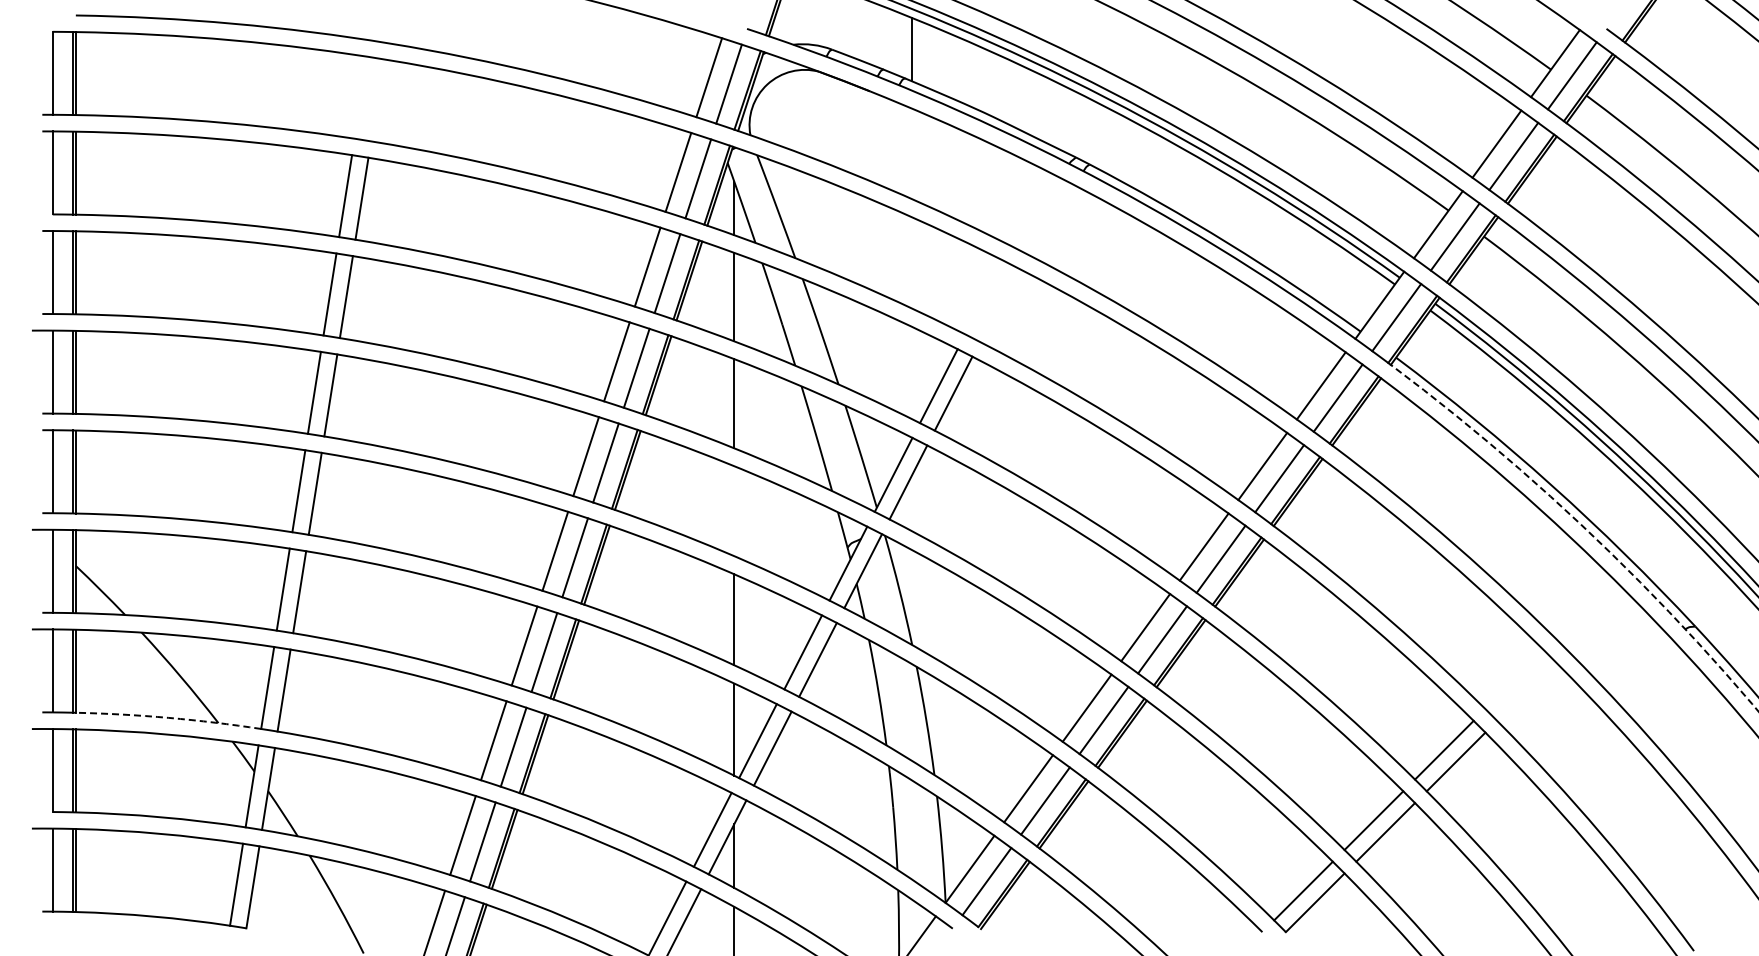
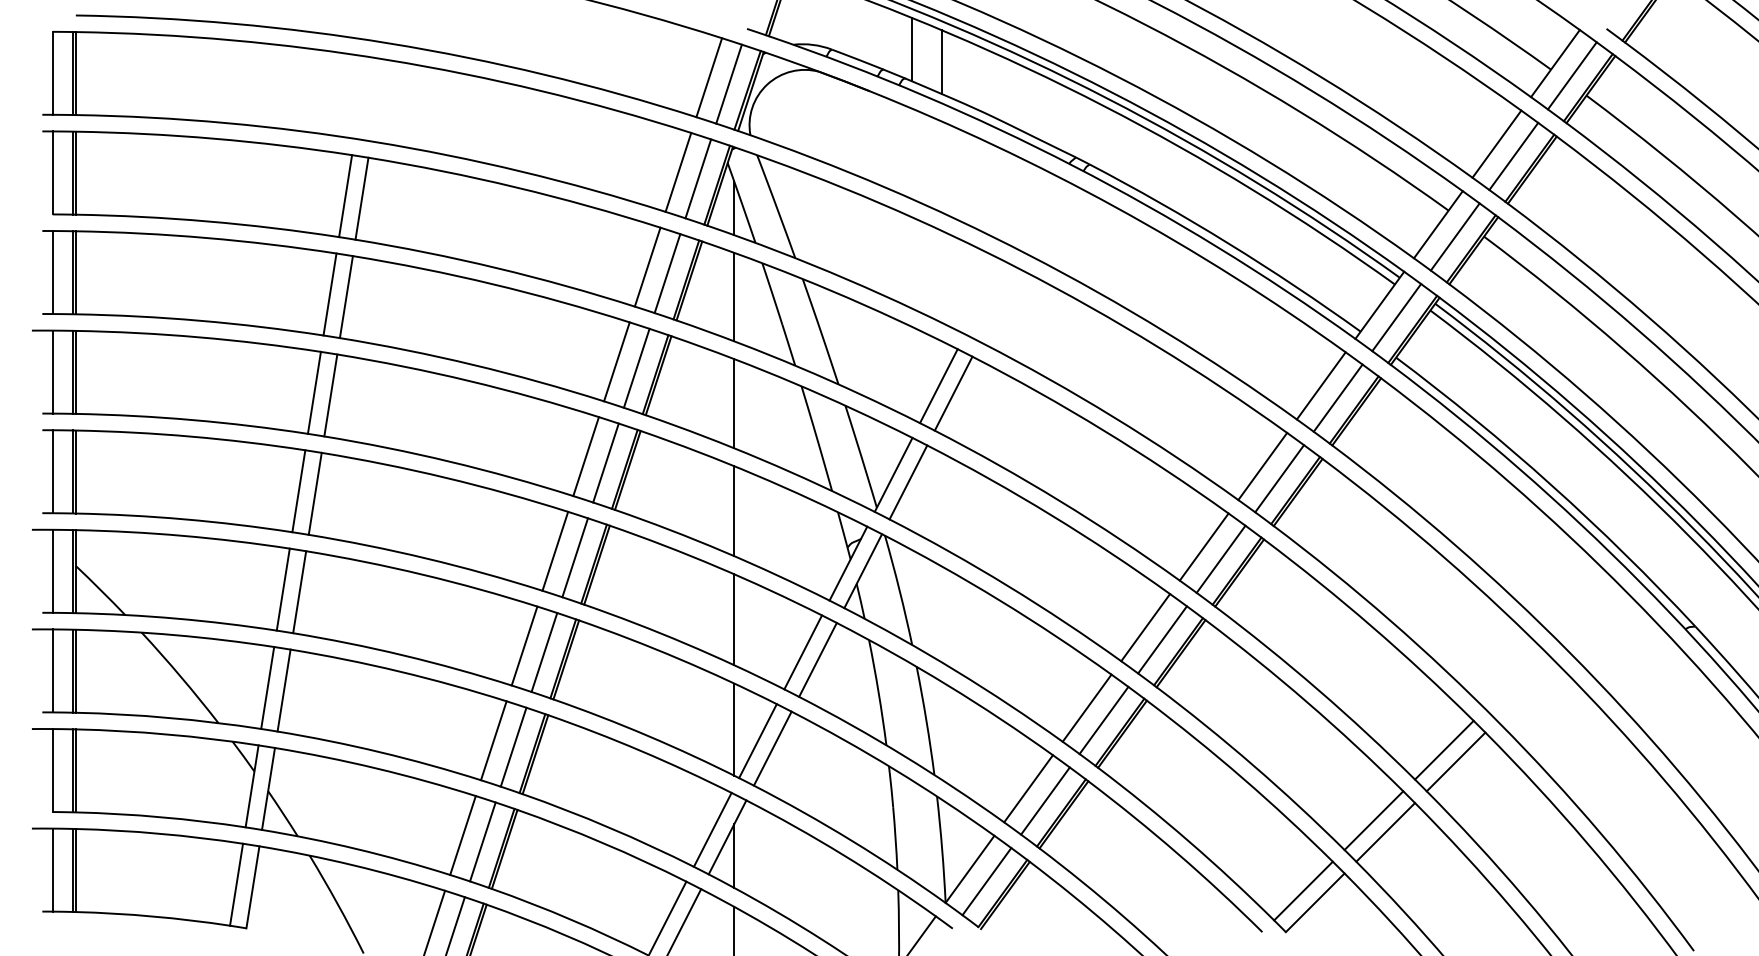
line at (941, 62): none -> present
line at (734, 511): none -> present
arc at (1584, 528): dashed -> solid
arc at (168, 717): dashed -> solid
